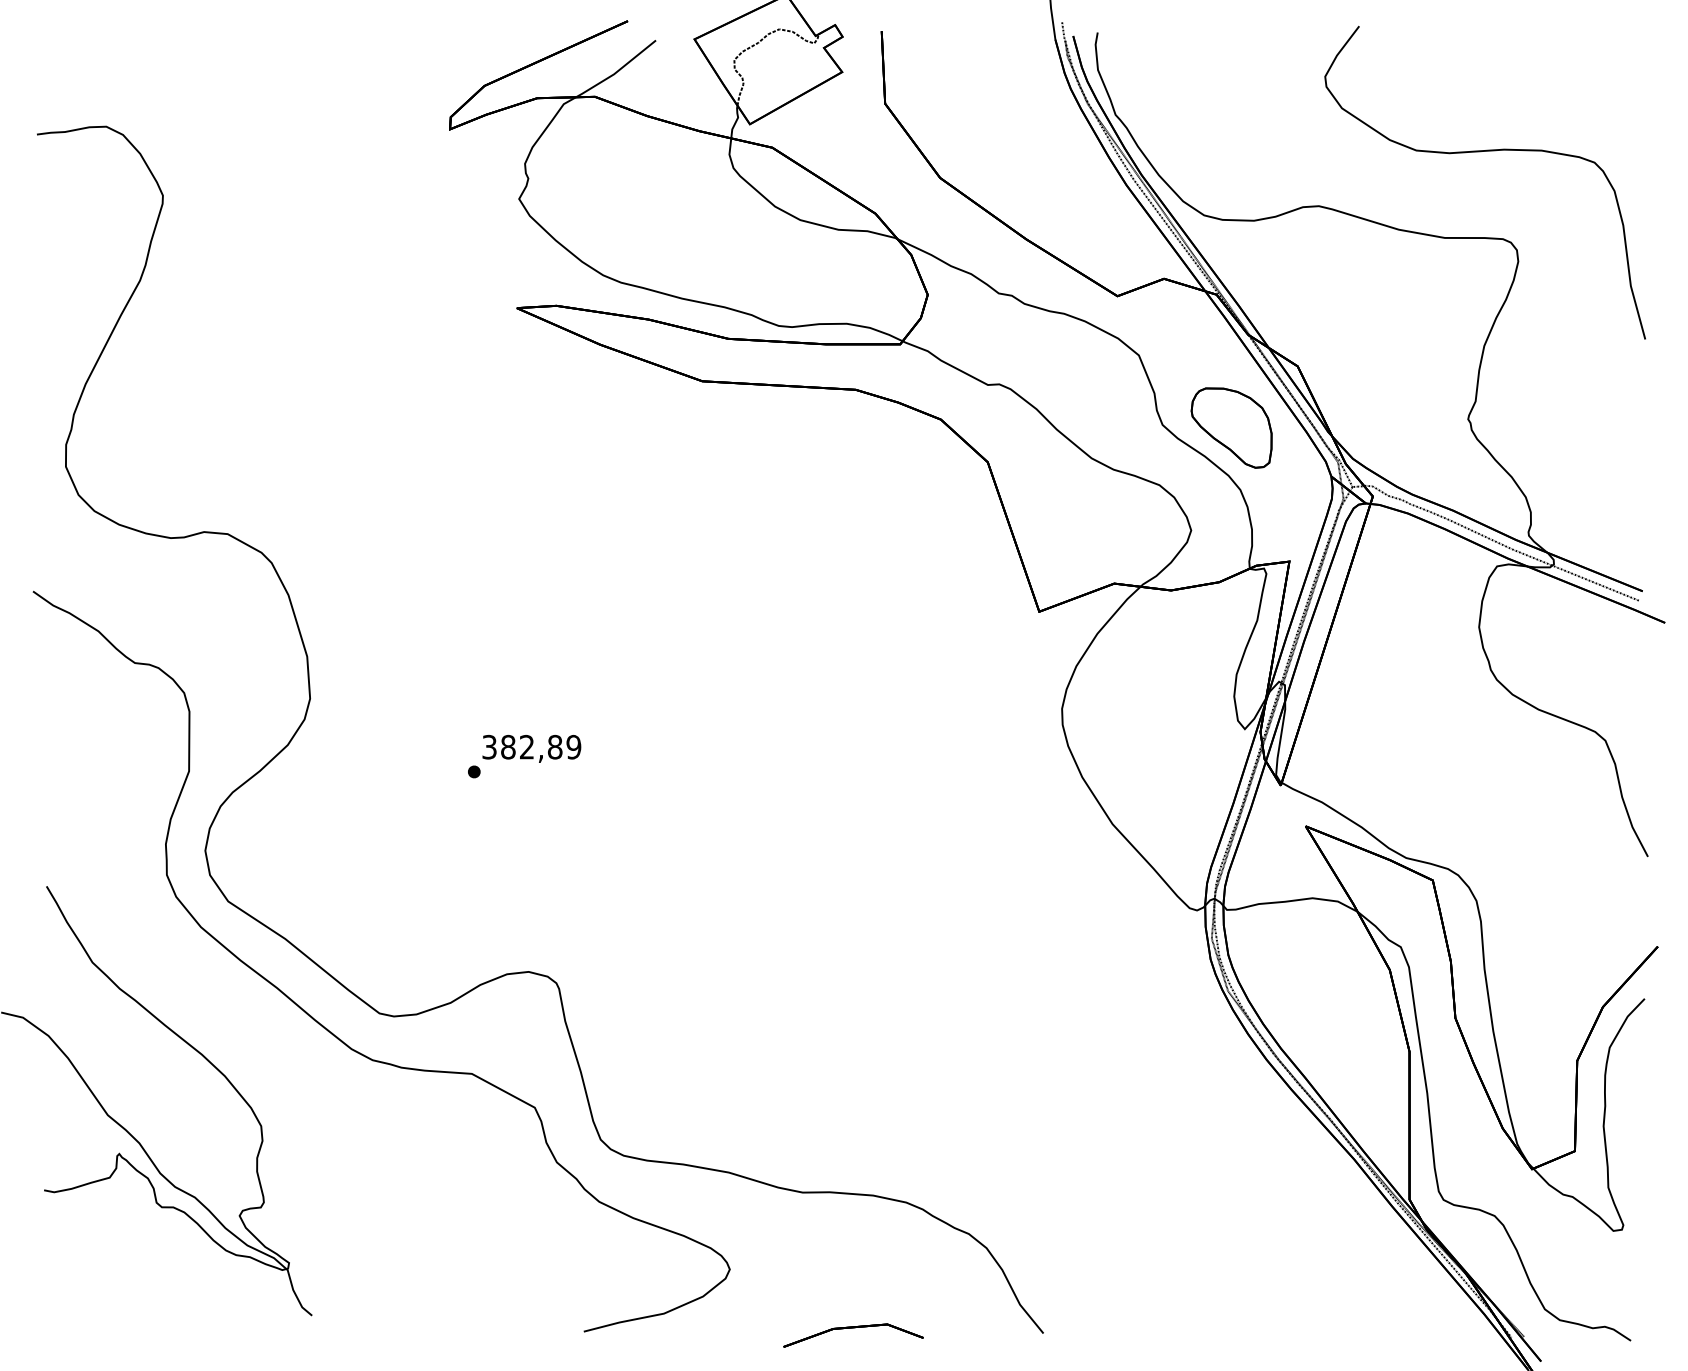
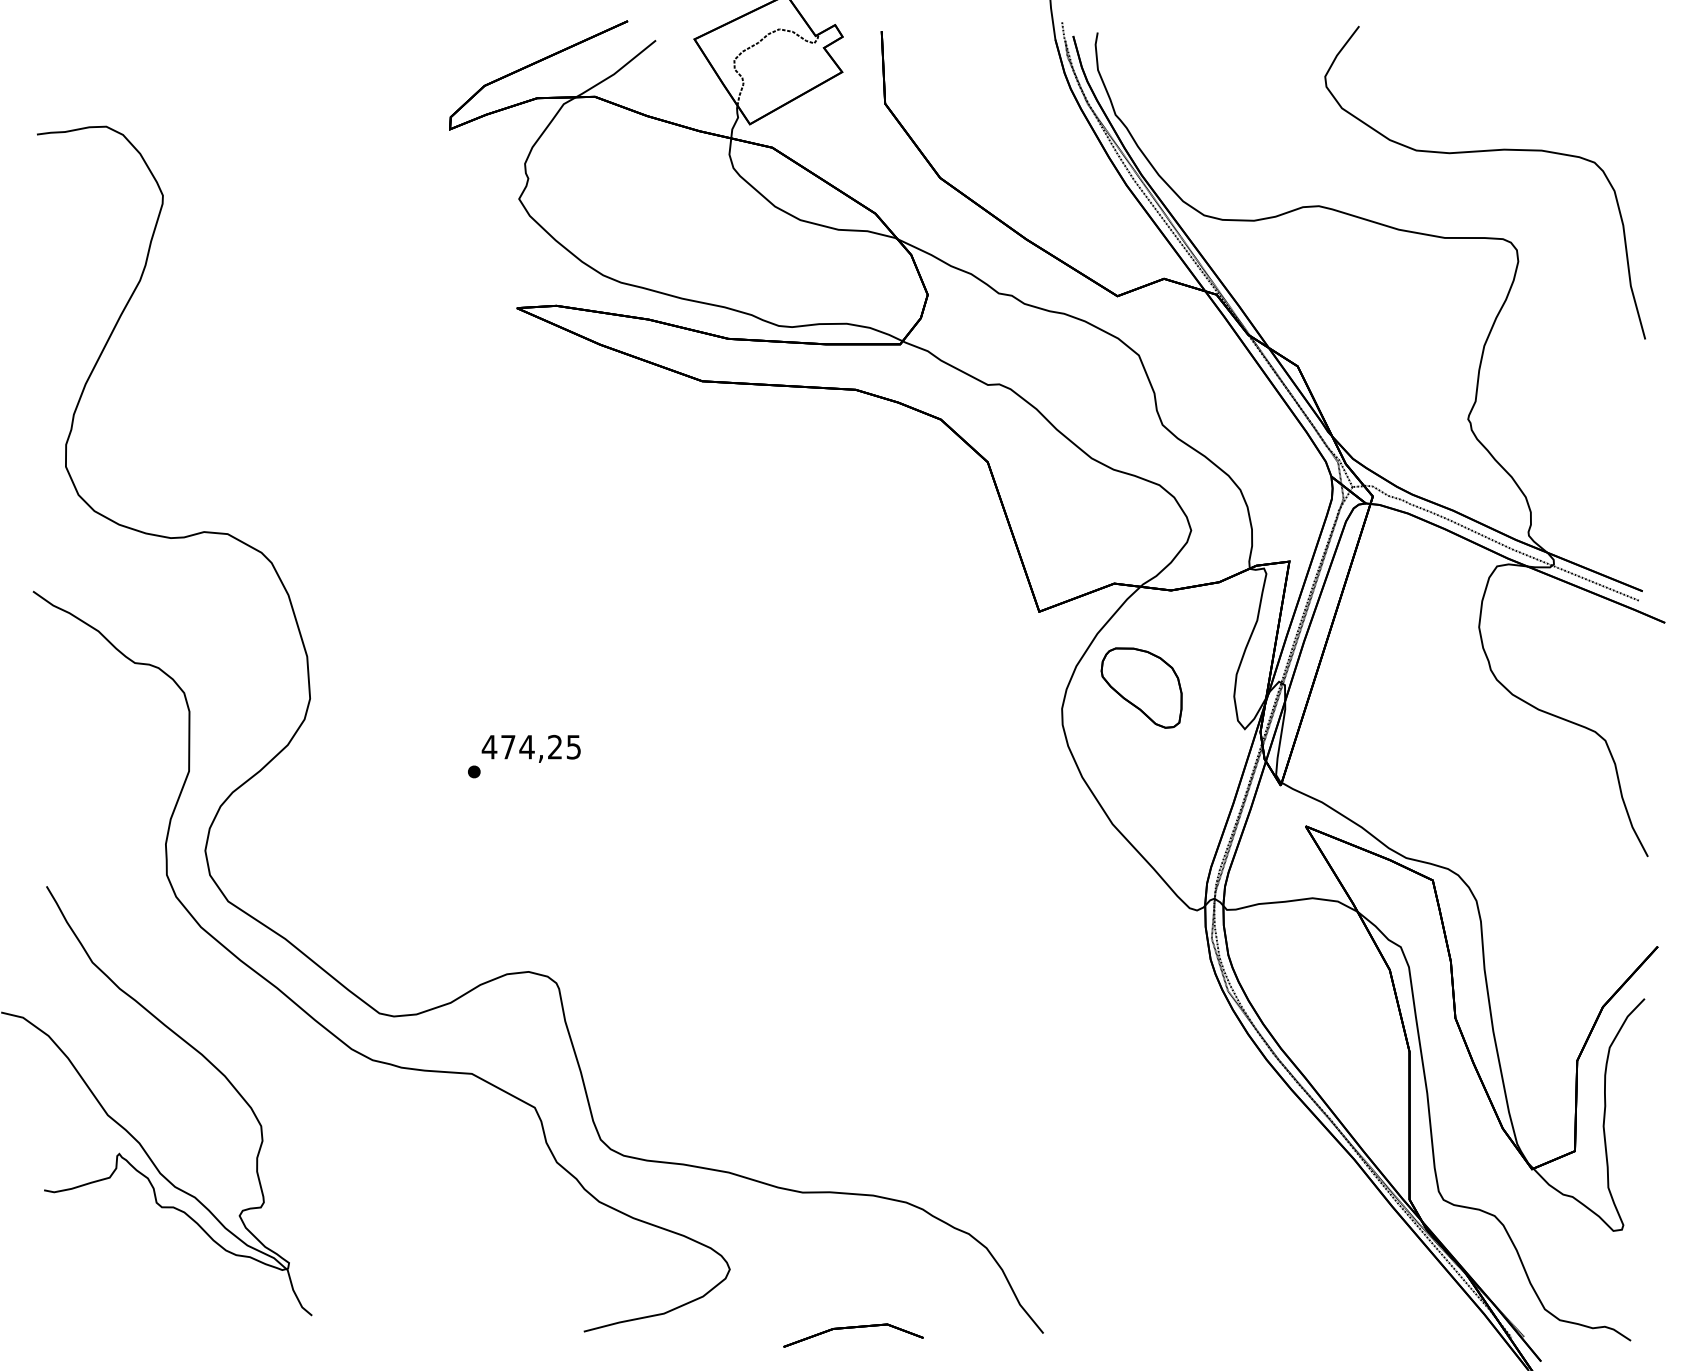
part at (1231, 427) position: (1231, 427) -> (1141, 687)
text at (531, 746): 382,89 -> 474,25
